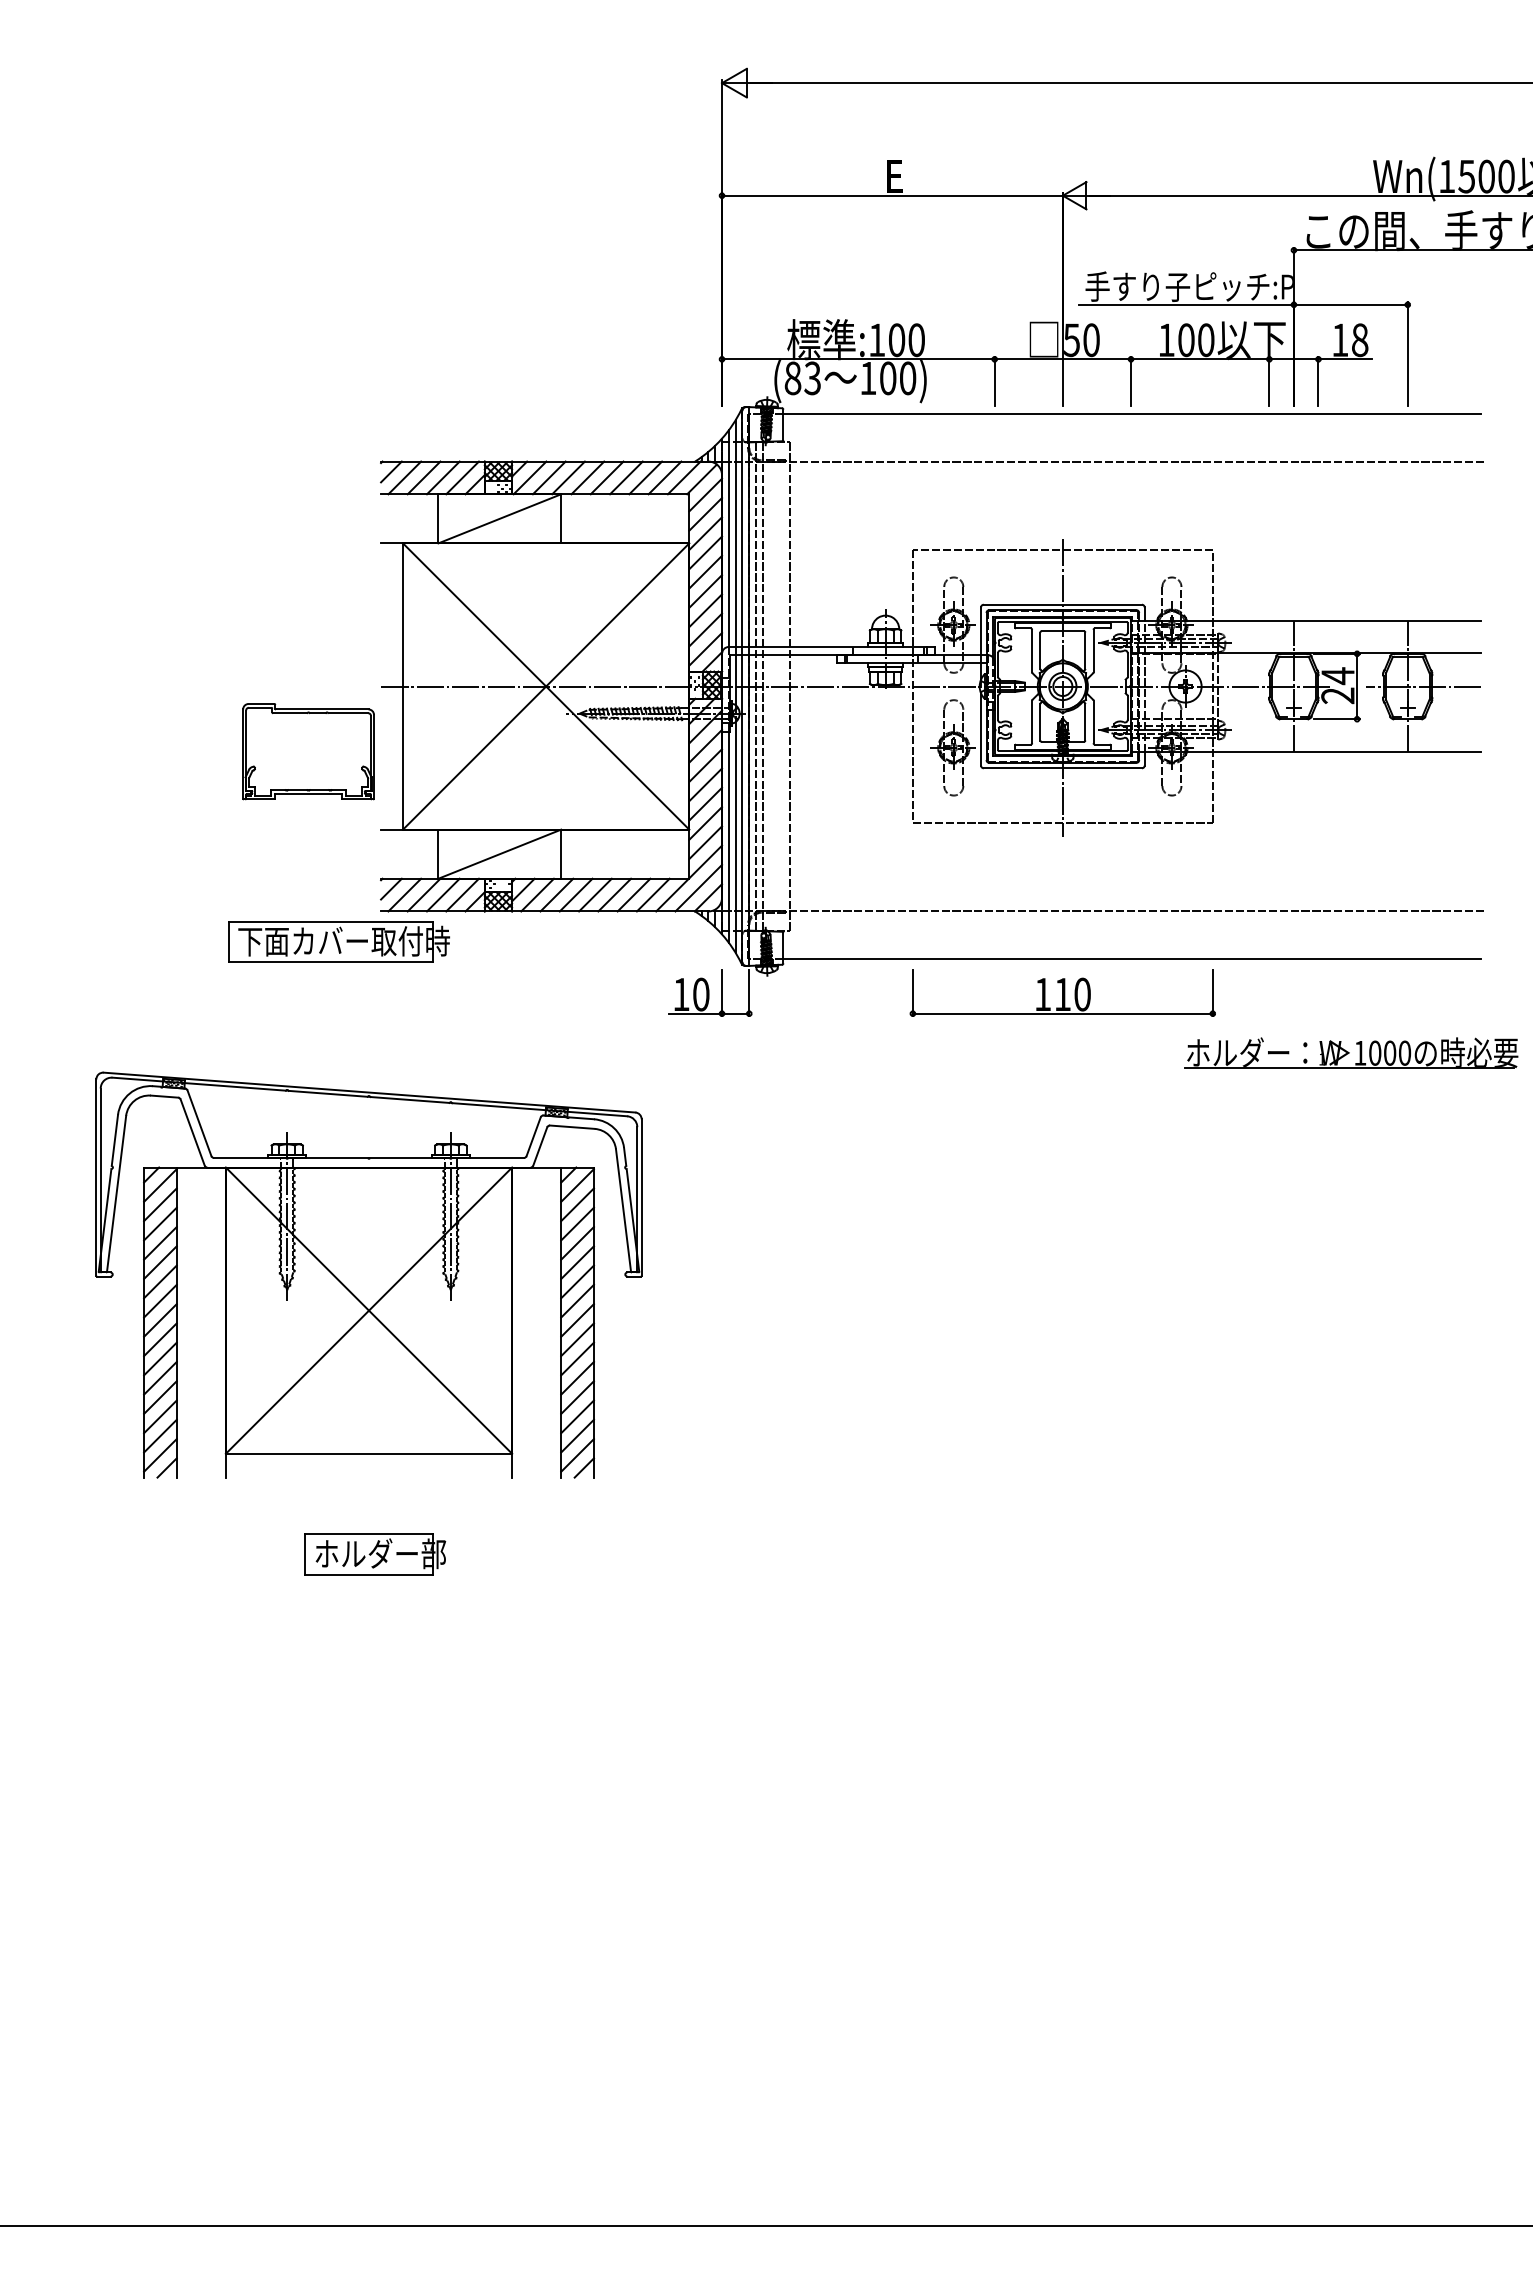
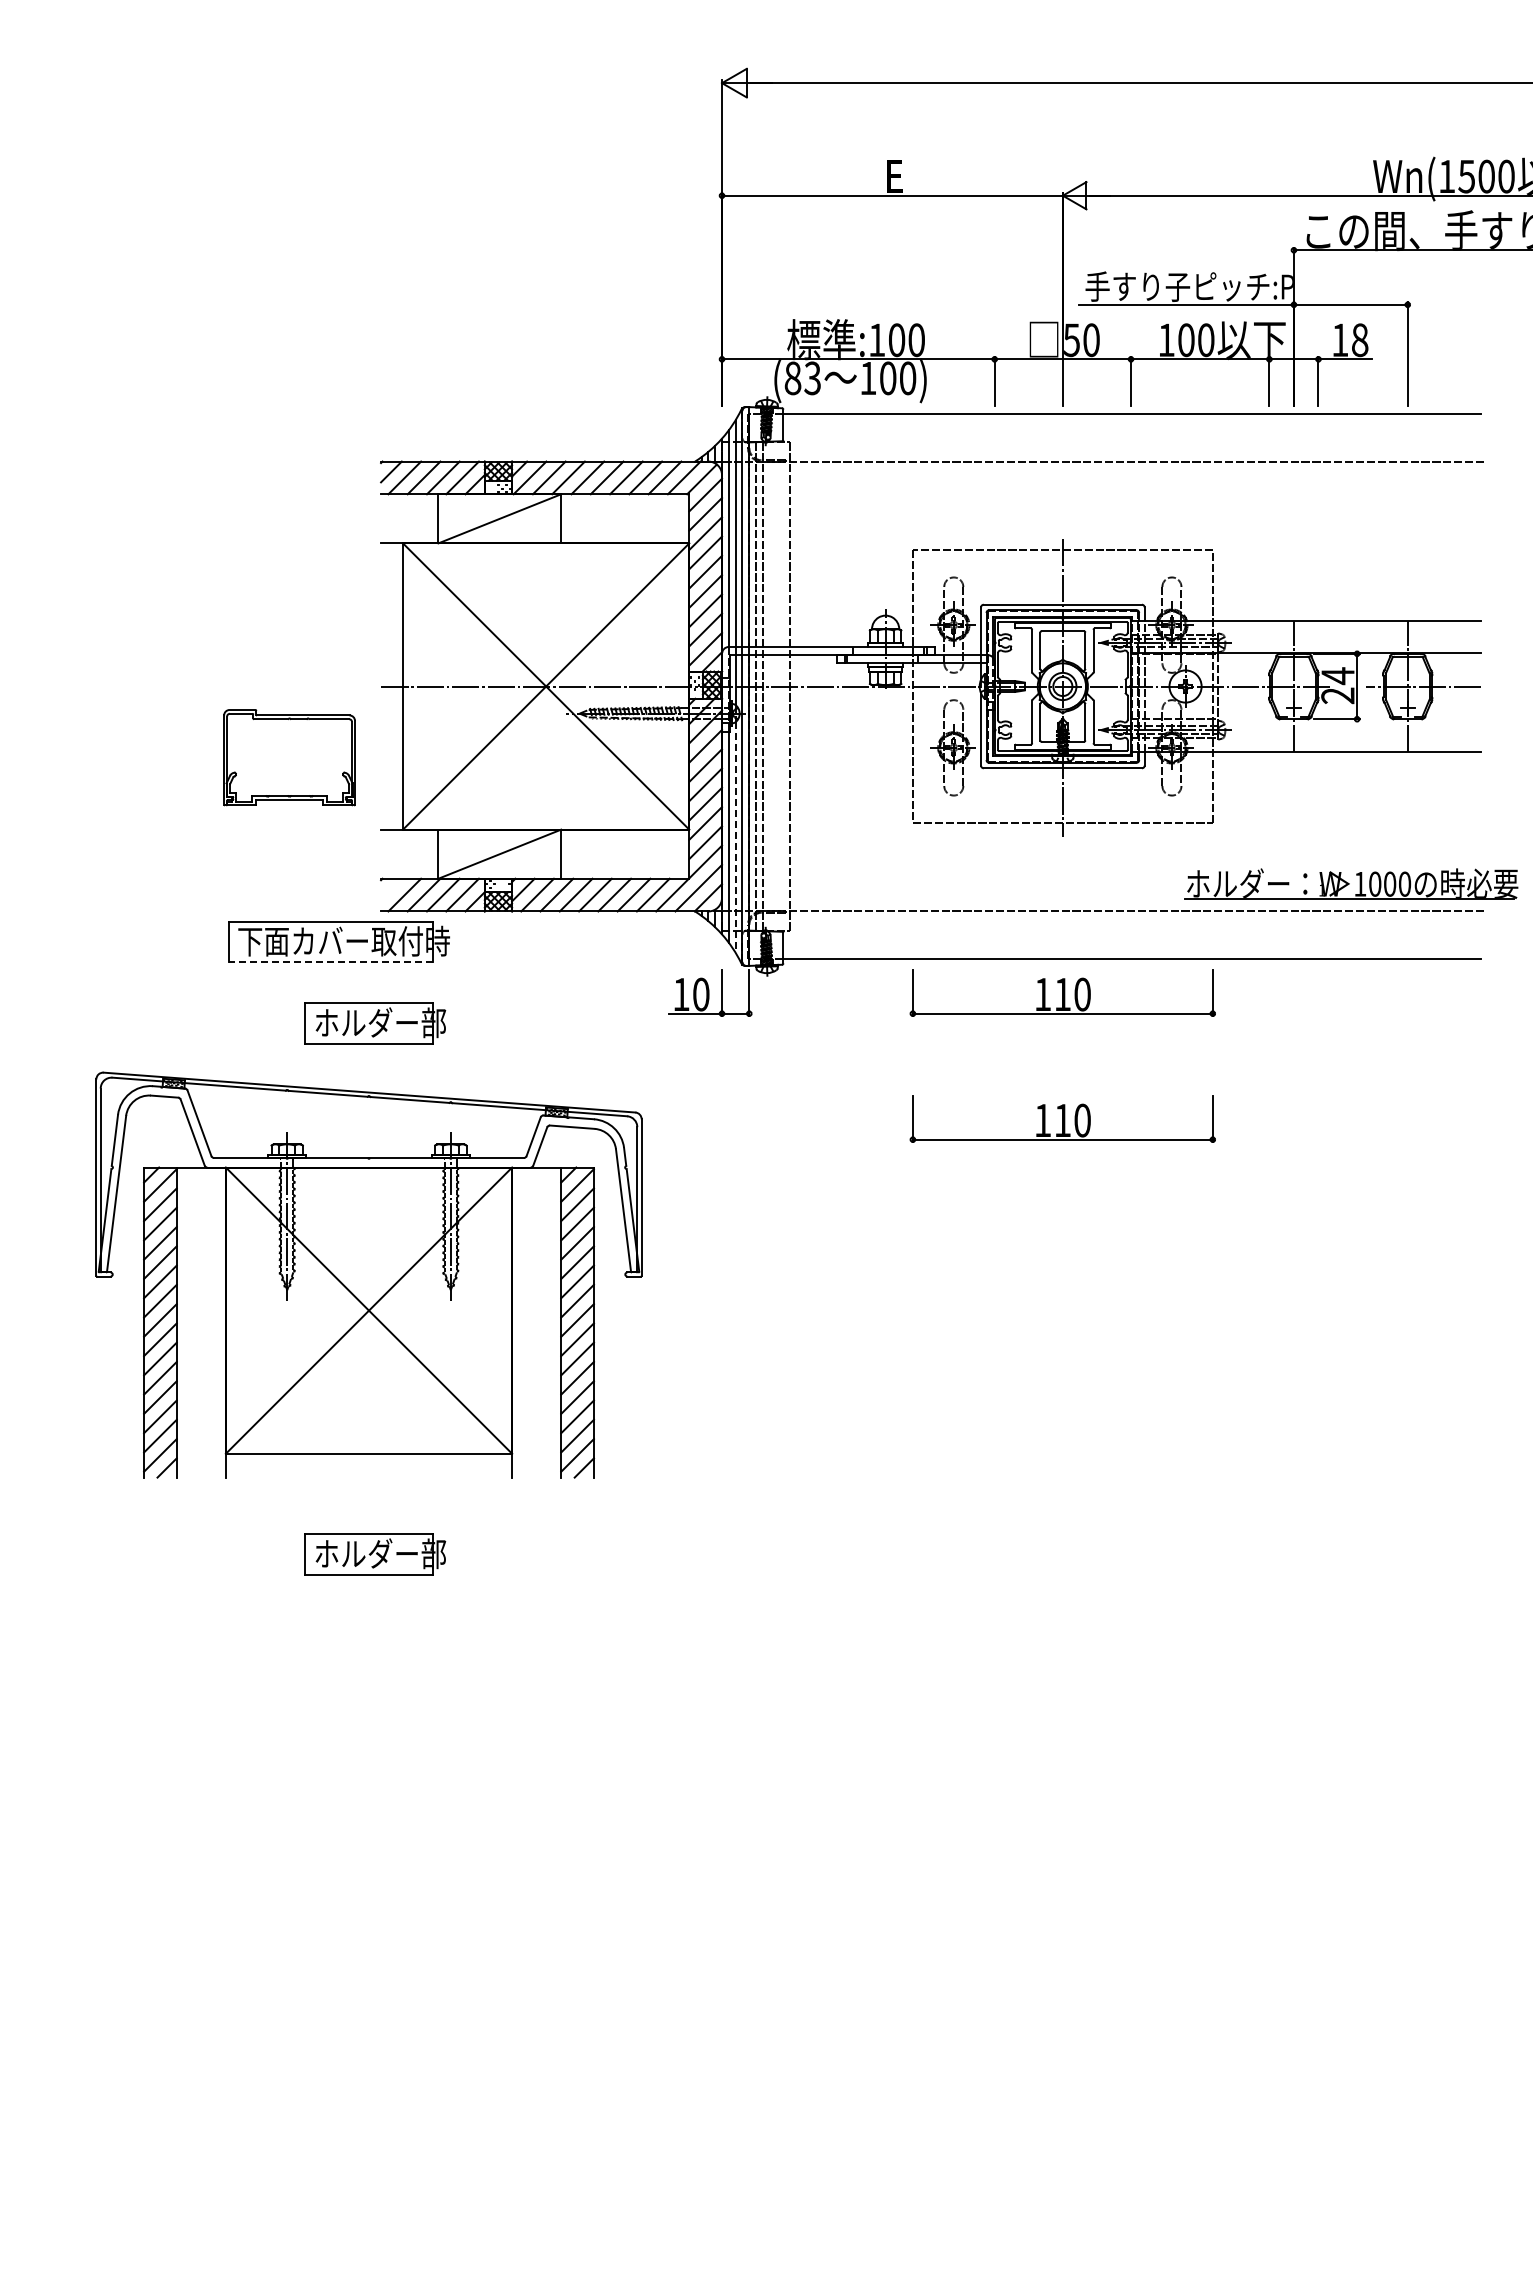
part at (308, 751) position: (308, 751) -> (289, 757)
line at (735, 838): solid -> dashed
line at (391, 888): present -> none
line at (330, 962): solid -> dashed
part at (375, 1023): none -> present
part at (1351, 1052) position: (1351, 1052) -> (1351, 883)
part at (1062, 1118): none -> present
line at (765, 2226): present -> none
